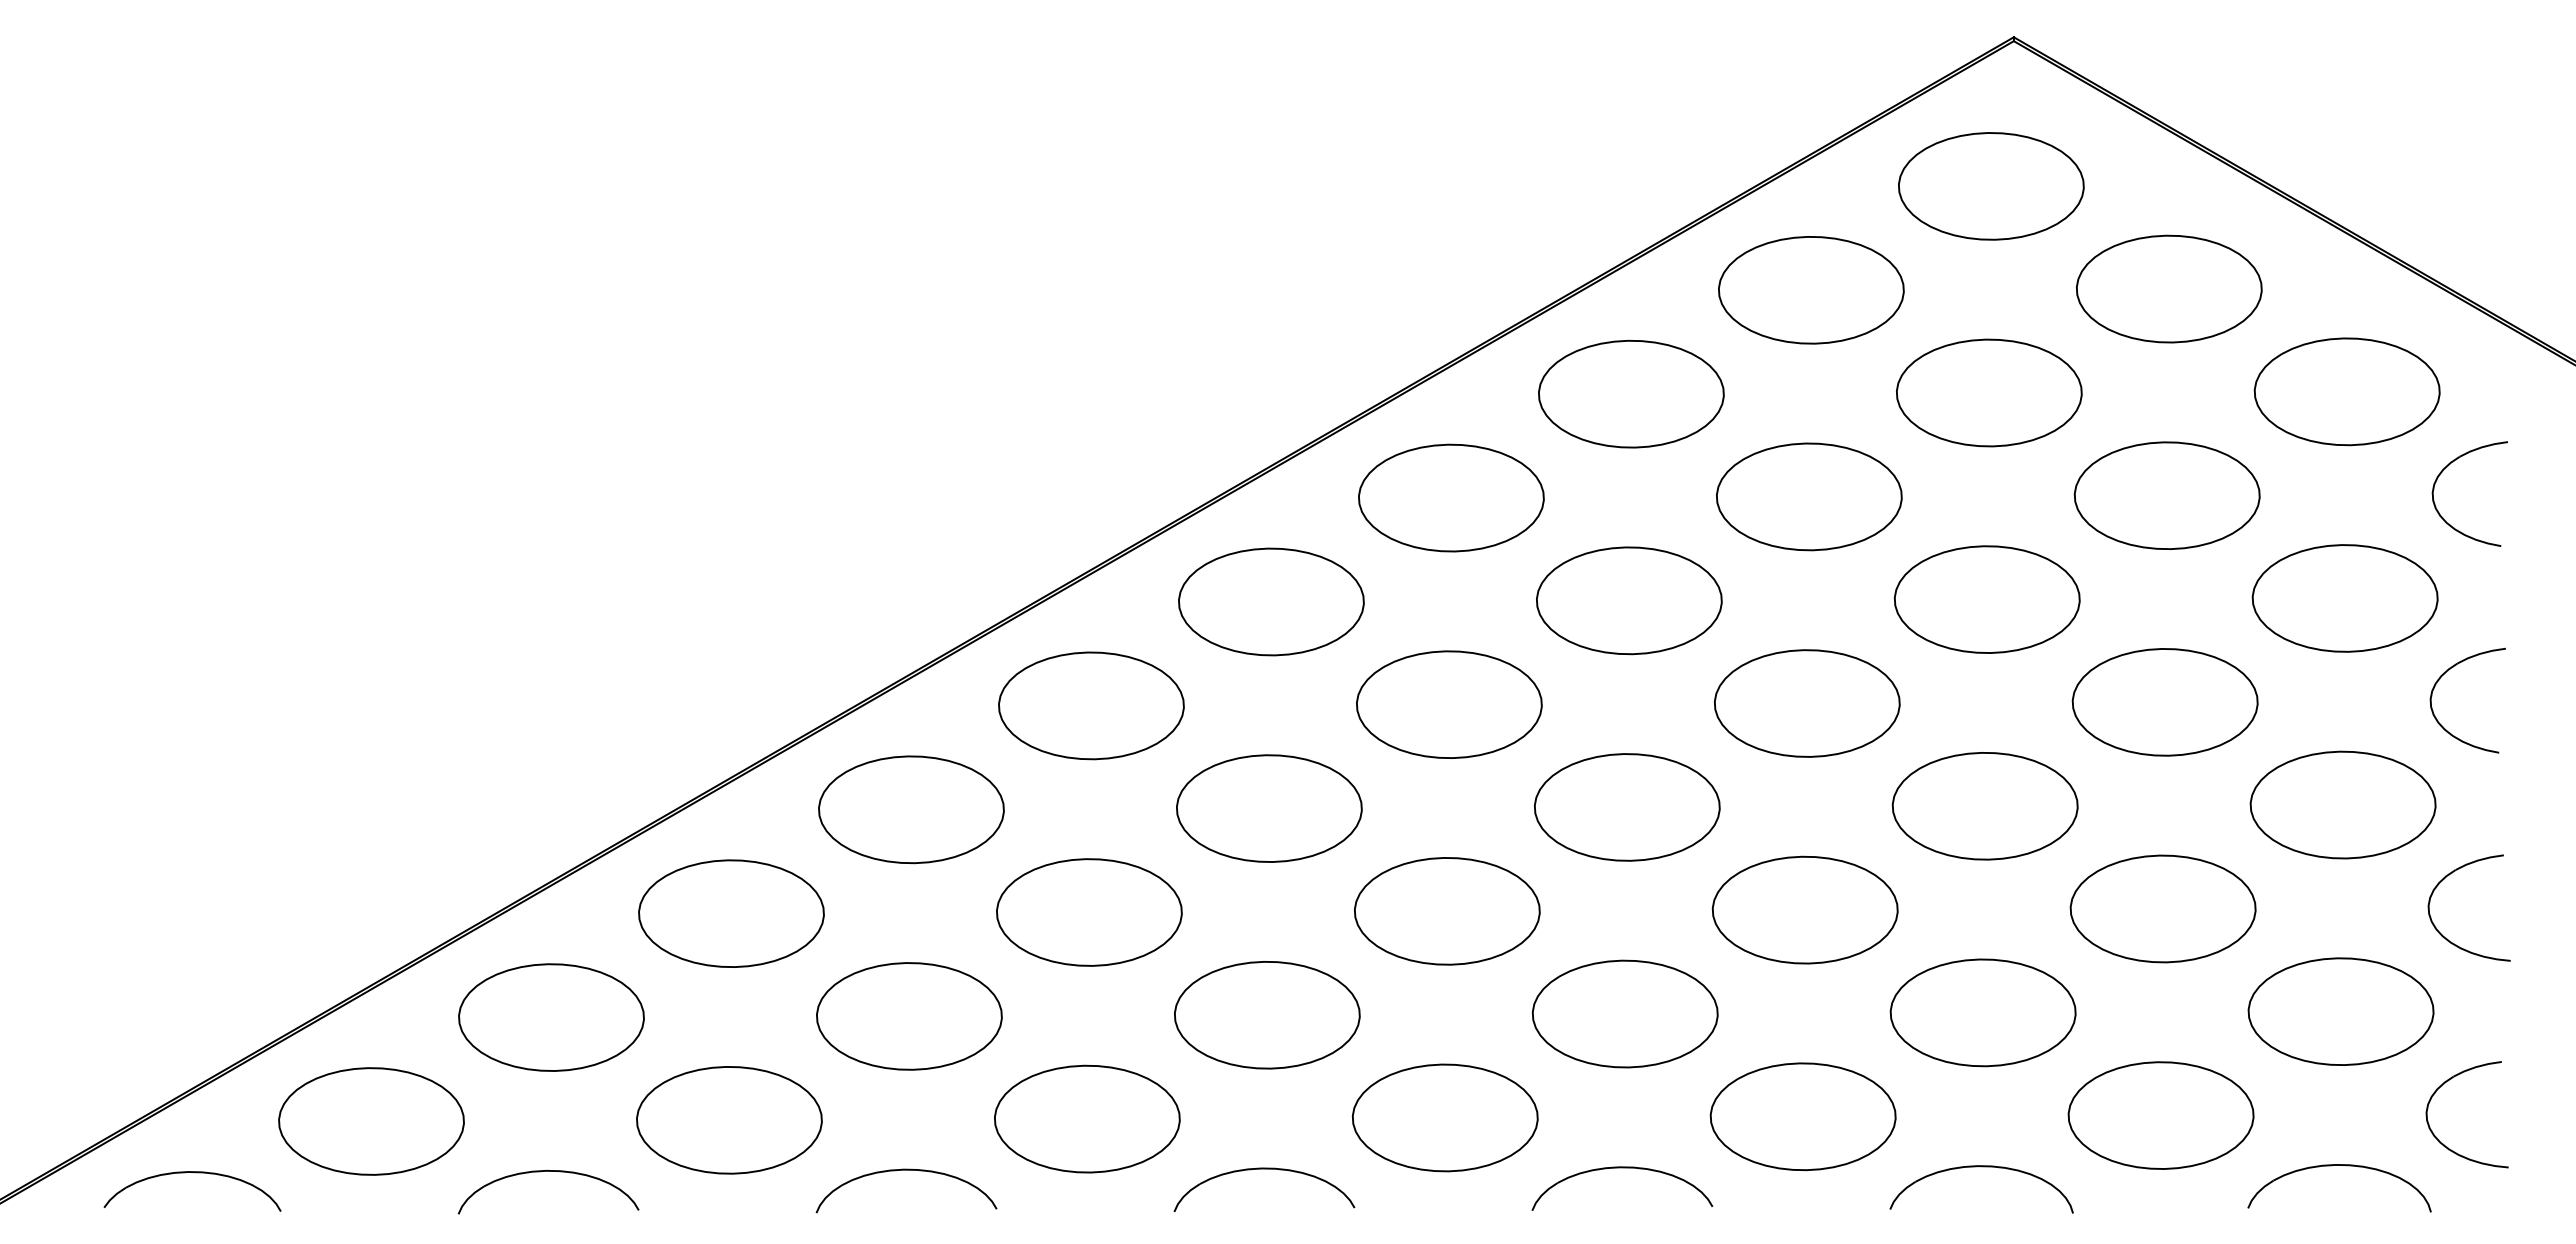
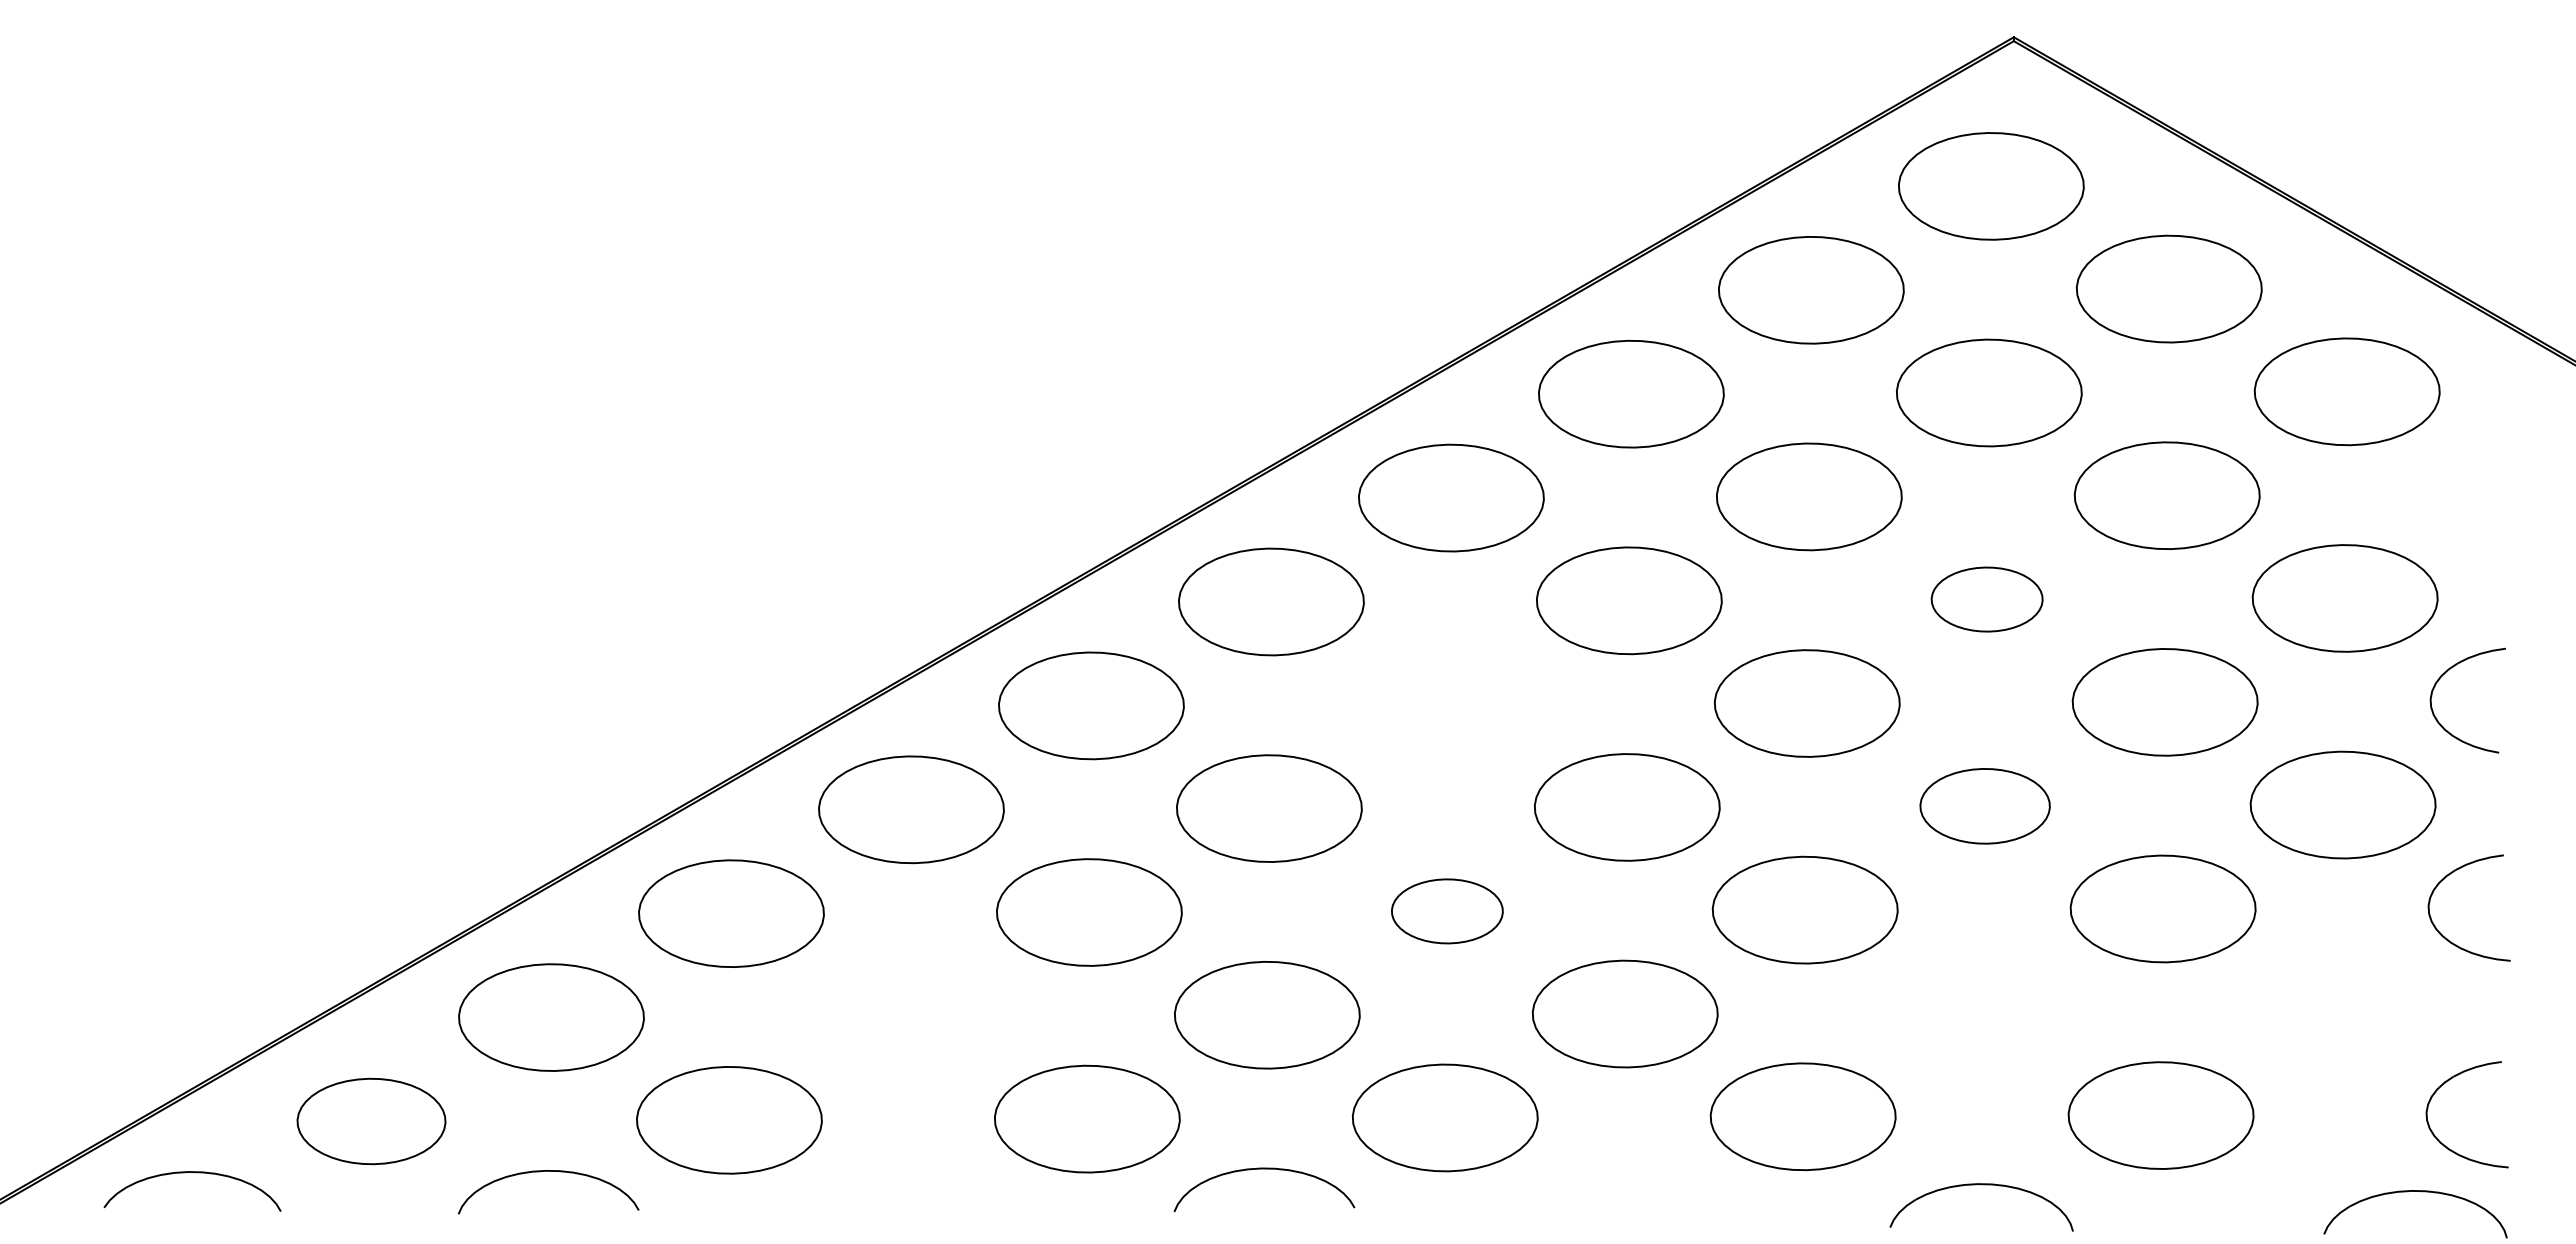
part at (2447, 467): present -> none
part at (1986, 599) size: 188x109 px -> 114x67 px
part at (1449, 704): present -> none
part at (1984, 806) size: 188x109 px -> 132x77 px
part at (1447, 911) size: 187x109 px -> 113x67 px
part at (2340, 1011): present -> none
part at (1982, 1012): present -> none
part at (909, 1016): present -> none
part at (371, 1121) size: 187x109 px -> 151x89 px
part at (2339, 1165) position: (2339, 1165) -> (2415, 1191)
part at (1981, 1167) position: (1981, 1167) -> (1981, 1185)
part at (1622, 1168): present -> none
part at (906, 1170): present -> none
